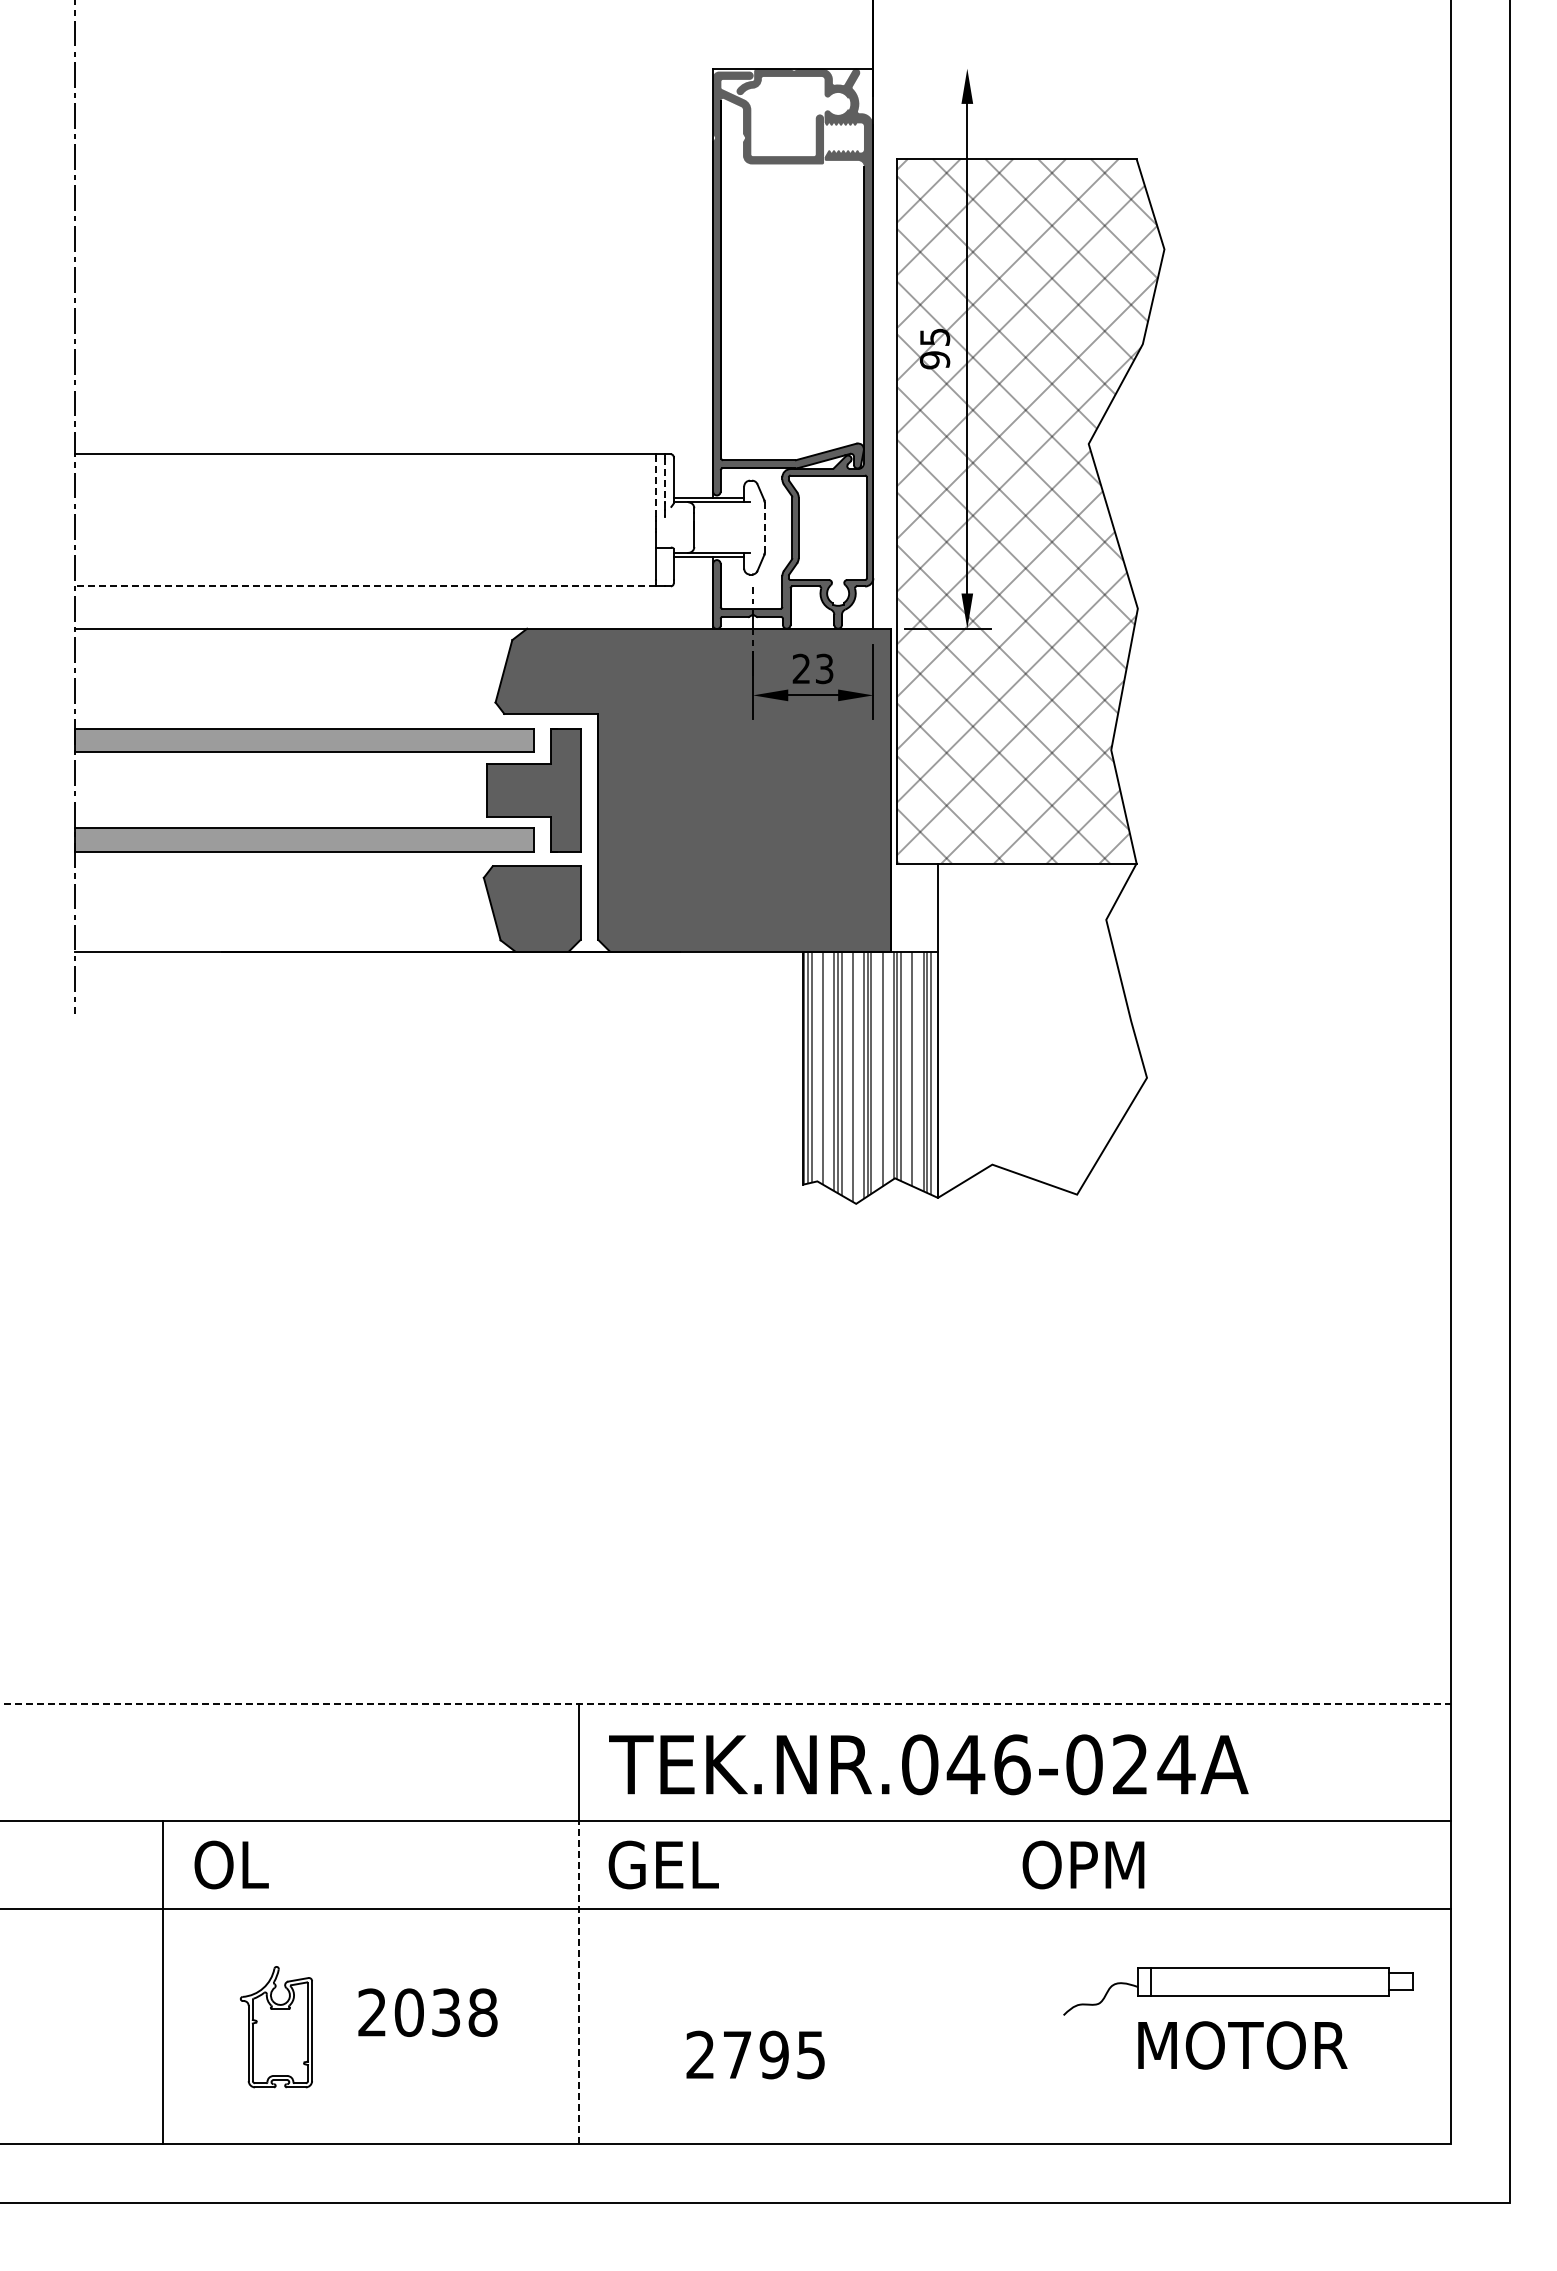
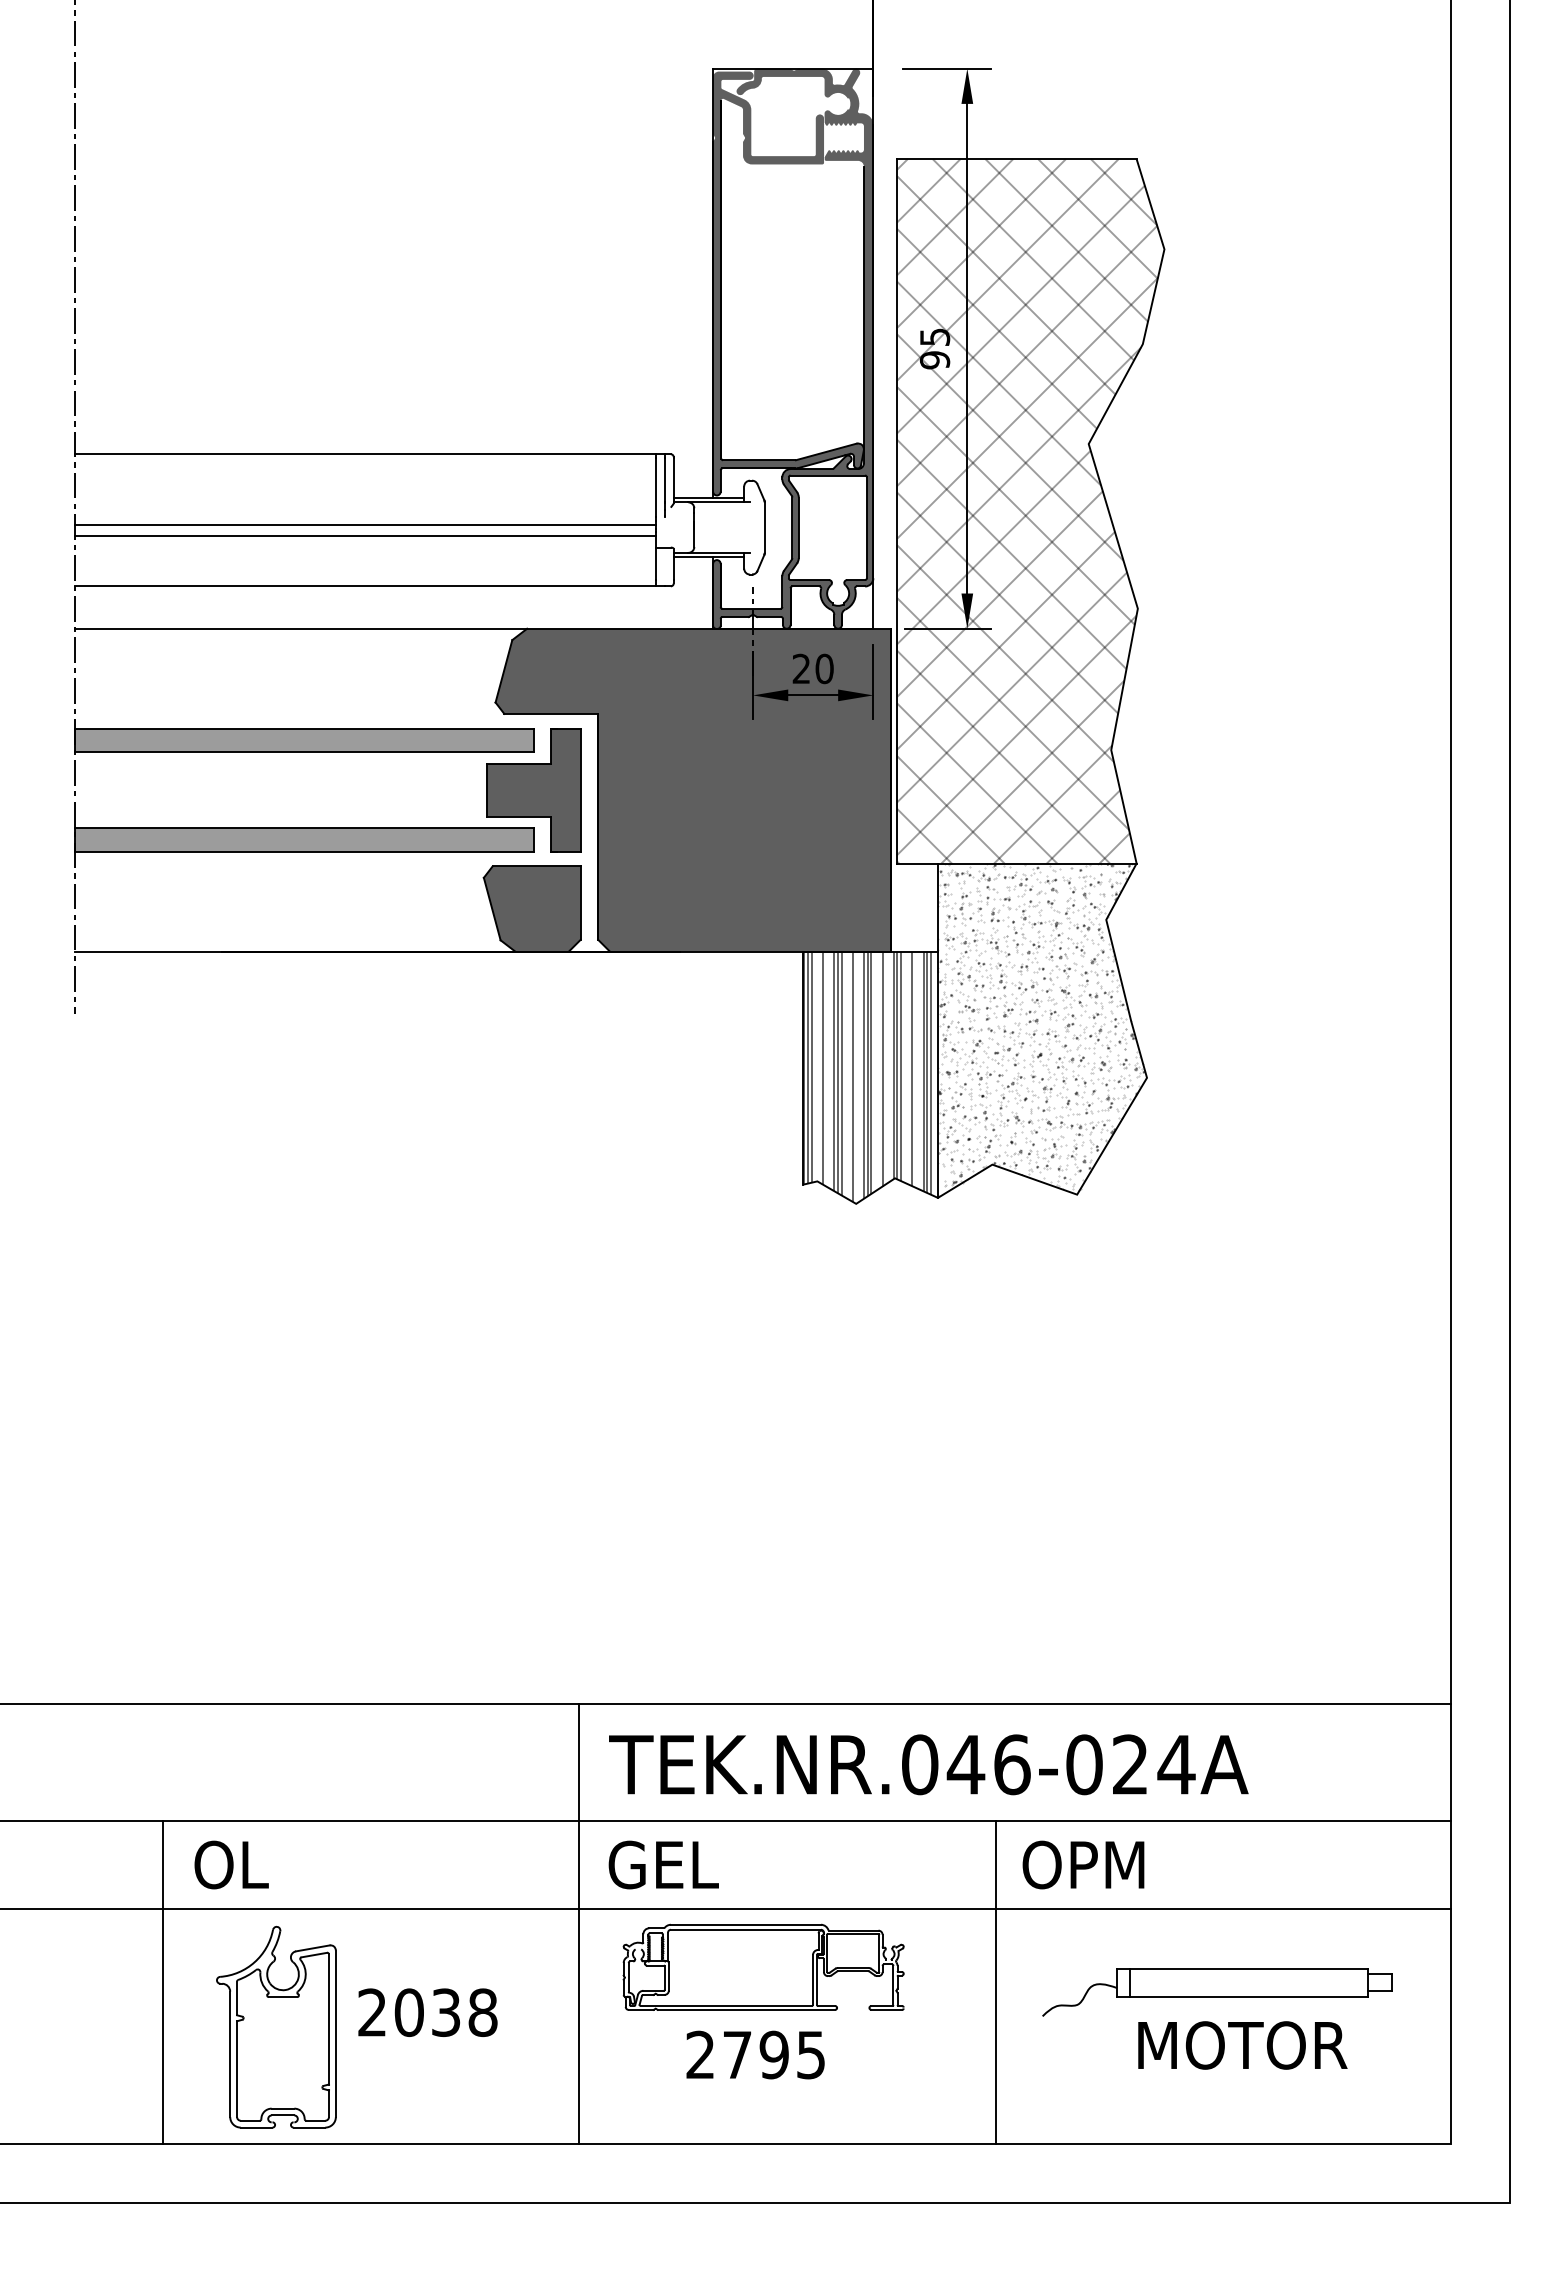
line at (946, 68): none -> present
line at (664, 480): dashed -> solid
line at (656, 486): dashed -> solid
line at (365, 524): none -> present
line at (764, 527): dashed -> solid
line at (365, 536): none -> present
line at (365, 586): dashed -> solid
text at (824, 668): 23 -> 20
hatch at (1040, 1029): none -> present
line at (726, 1703): dashed -> solid
part at (763, 1966): none -> present
line at (579, 1982): dashed -> solid
line at (995, 1982): none -> present
part at (1238, 1991) position: (1238, 1991) -> (1217, 1992)
part at (276, 2027) size: 73x123 px -> 121x204 px
